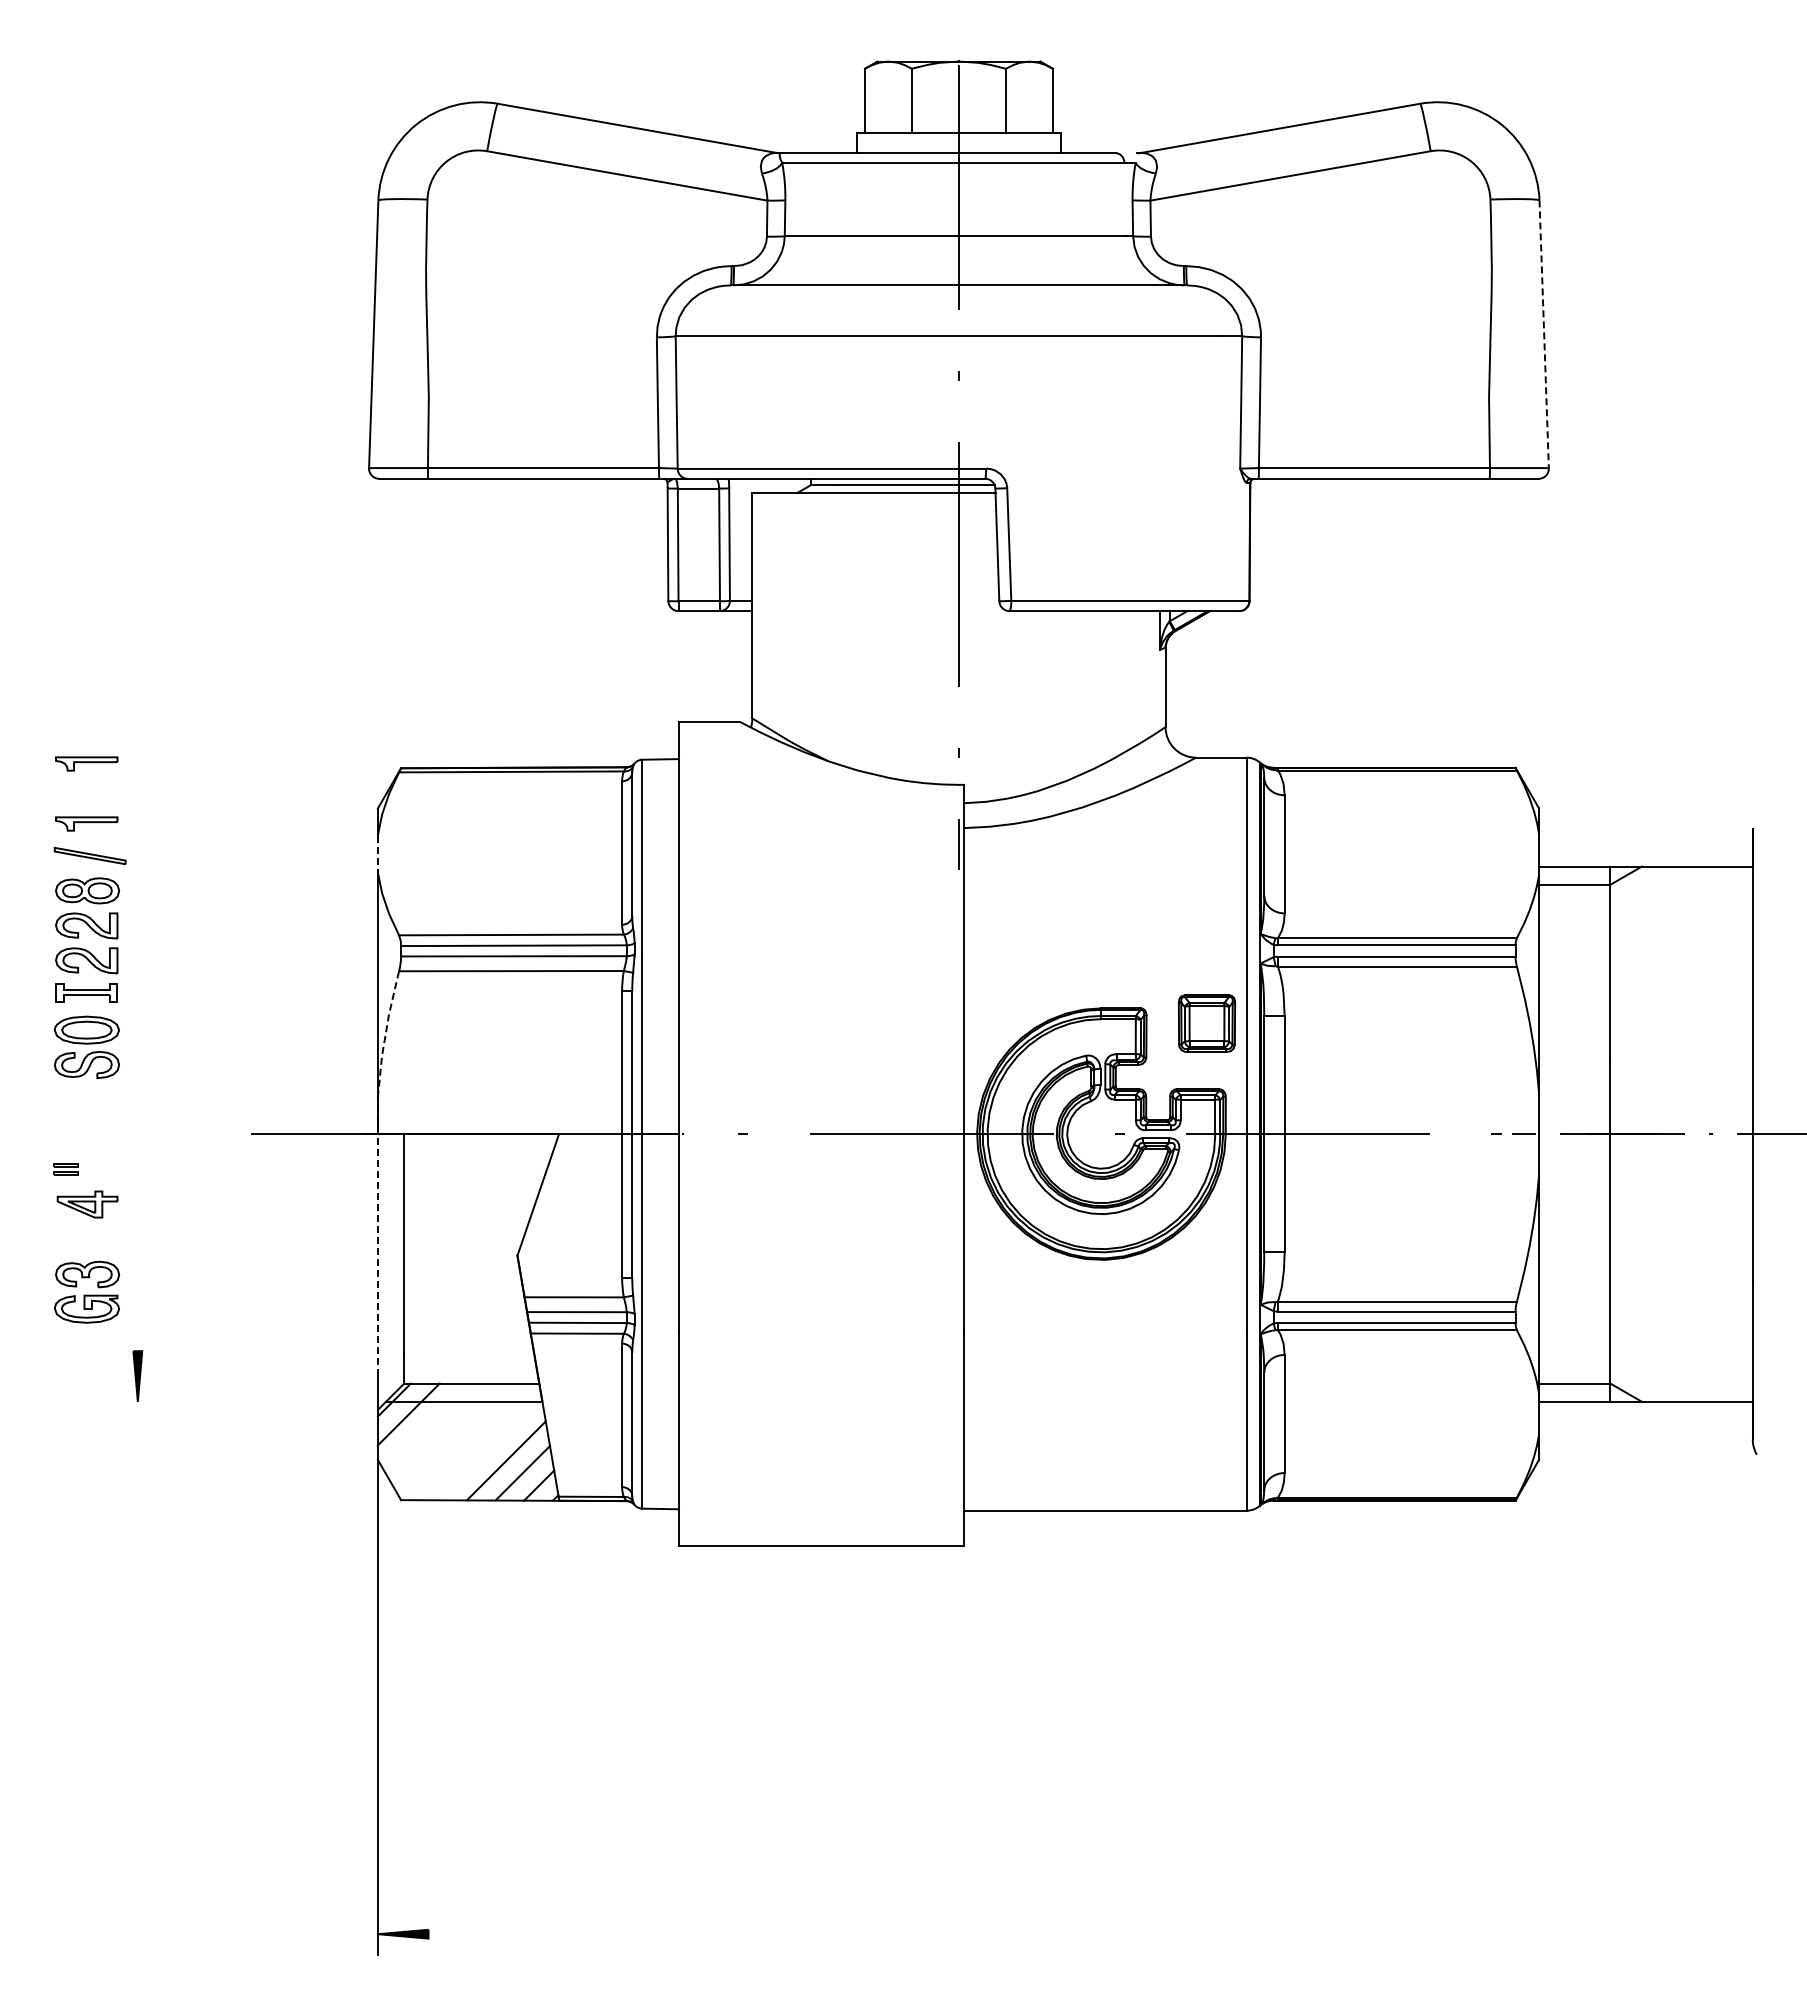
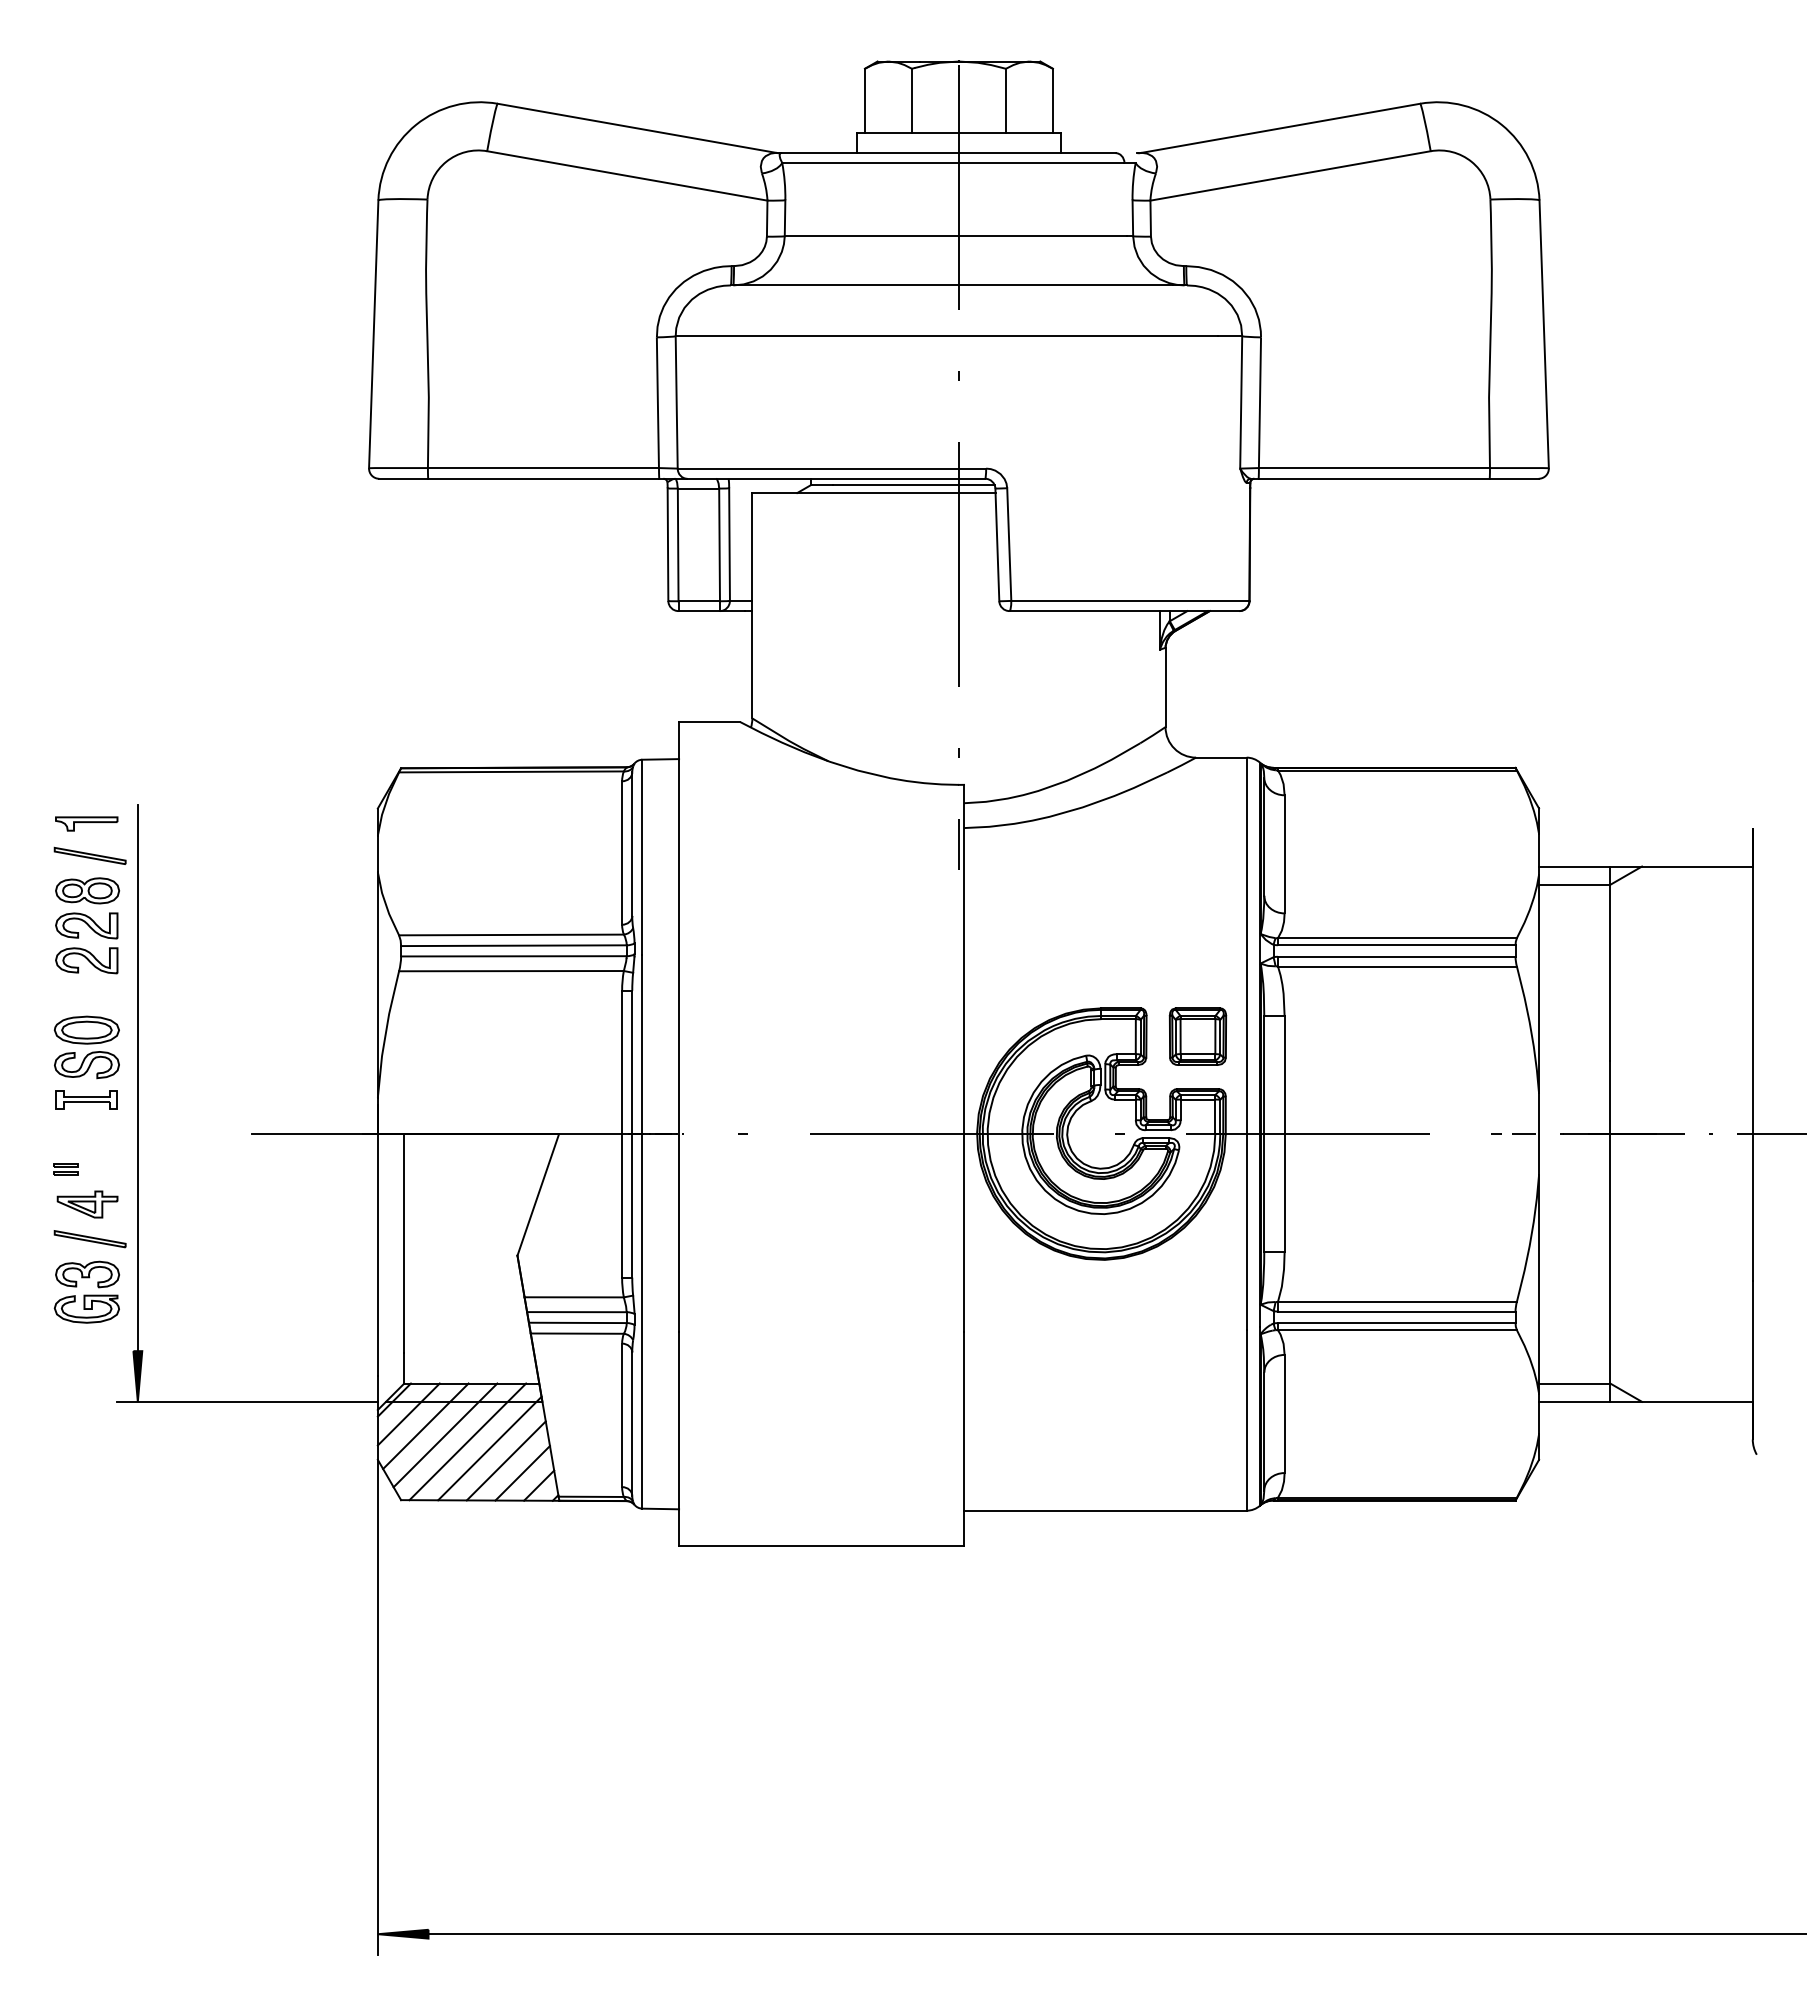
line at (1544, 334): dashed -> solid
part at (86, 763): present -> none
line at (377, 854): dashed -> solid
part at (86, 992) position: (86, 992) -> (86, 1099)
part at (1206, 1023) position: (1206, 1023) -> (1197, 1036)
line at (385, 1033): dashed -> solid
line at (137, 1078): none -> present
part at (89, 1239): none -> present
line at (377, 1240): dashed -> solid
line at (247, 1401): none -> present
line at (425, 1425): none -> present
line at (445, 1435): none -> present
line at (467, 1441): none -> present
line at (489, 1448): none -> present
line at (1115, 1934): none -> present
